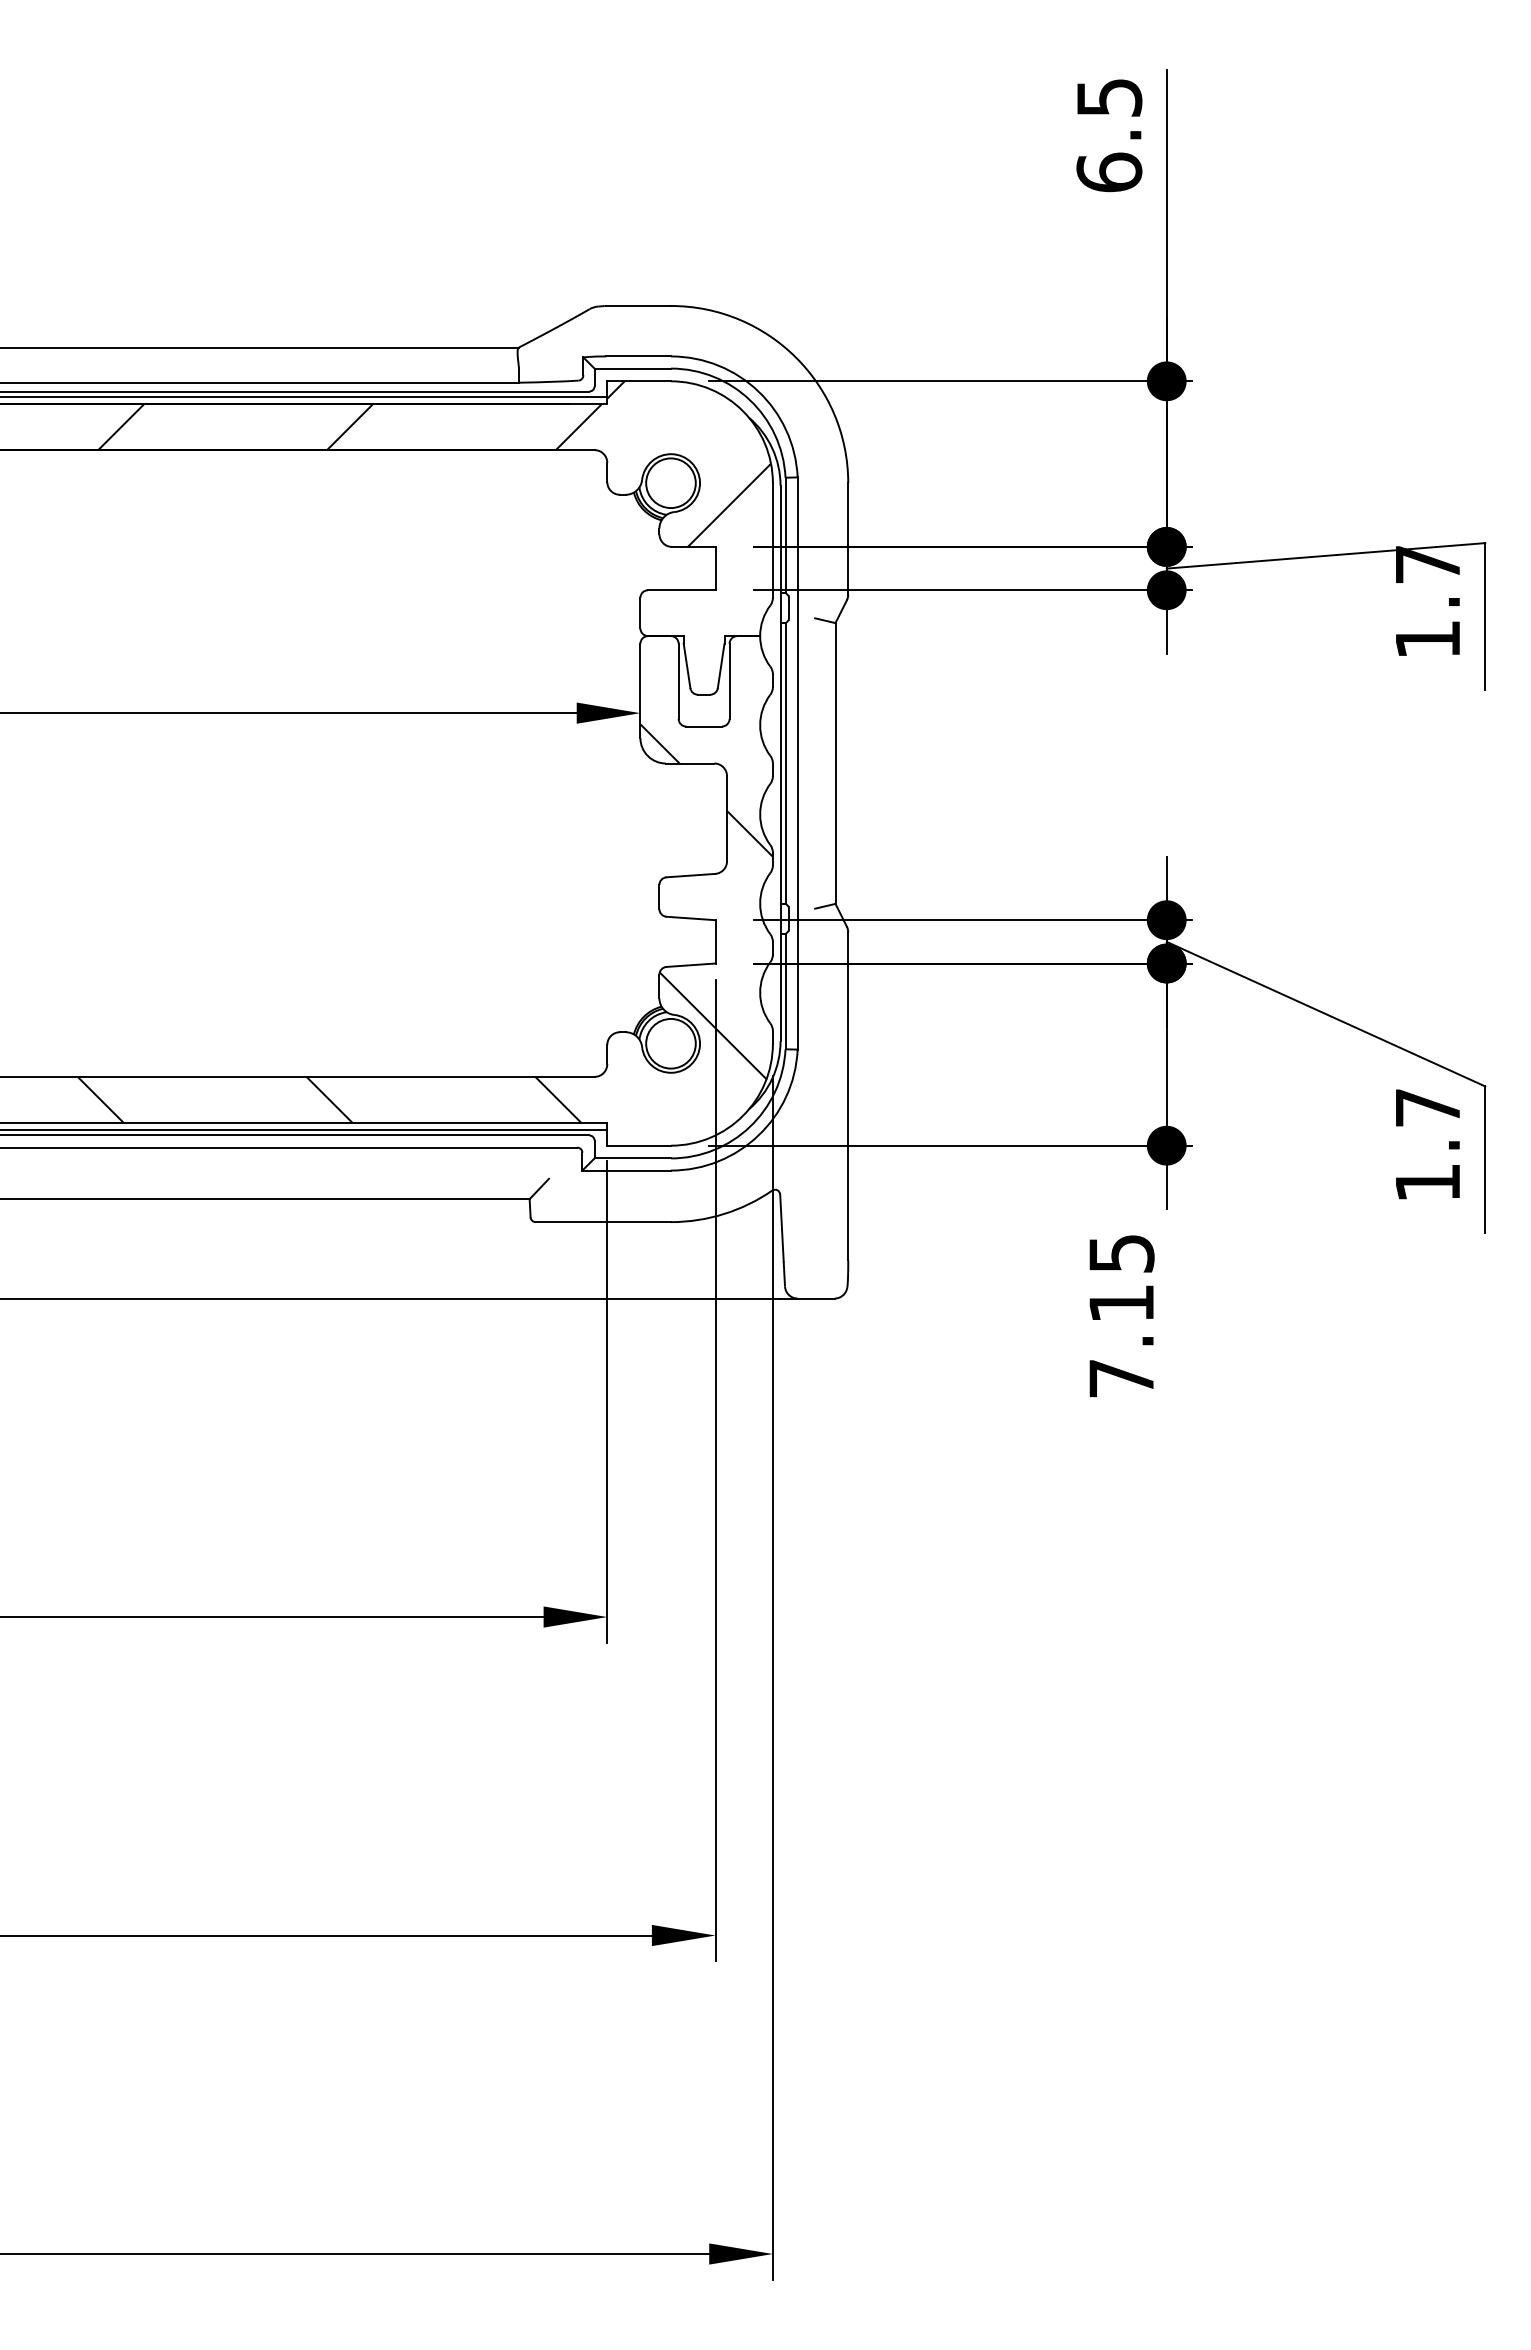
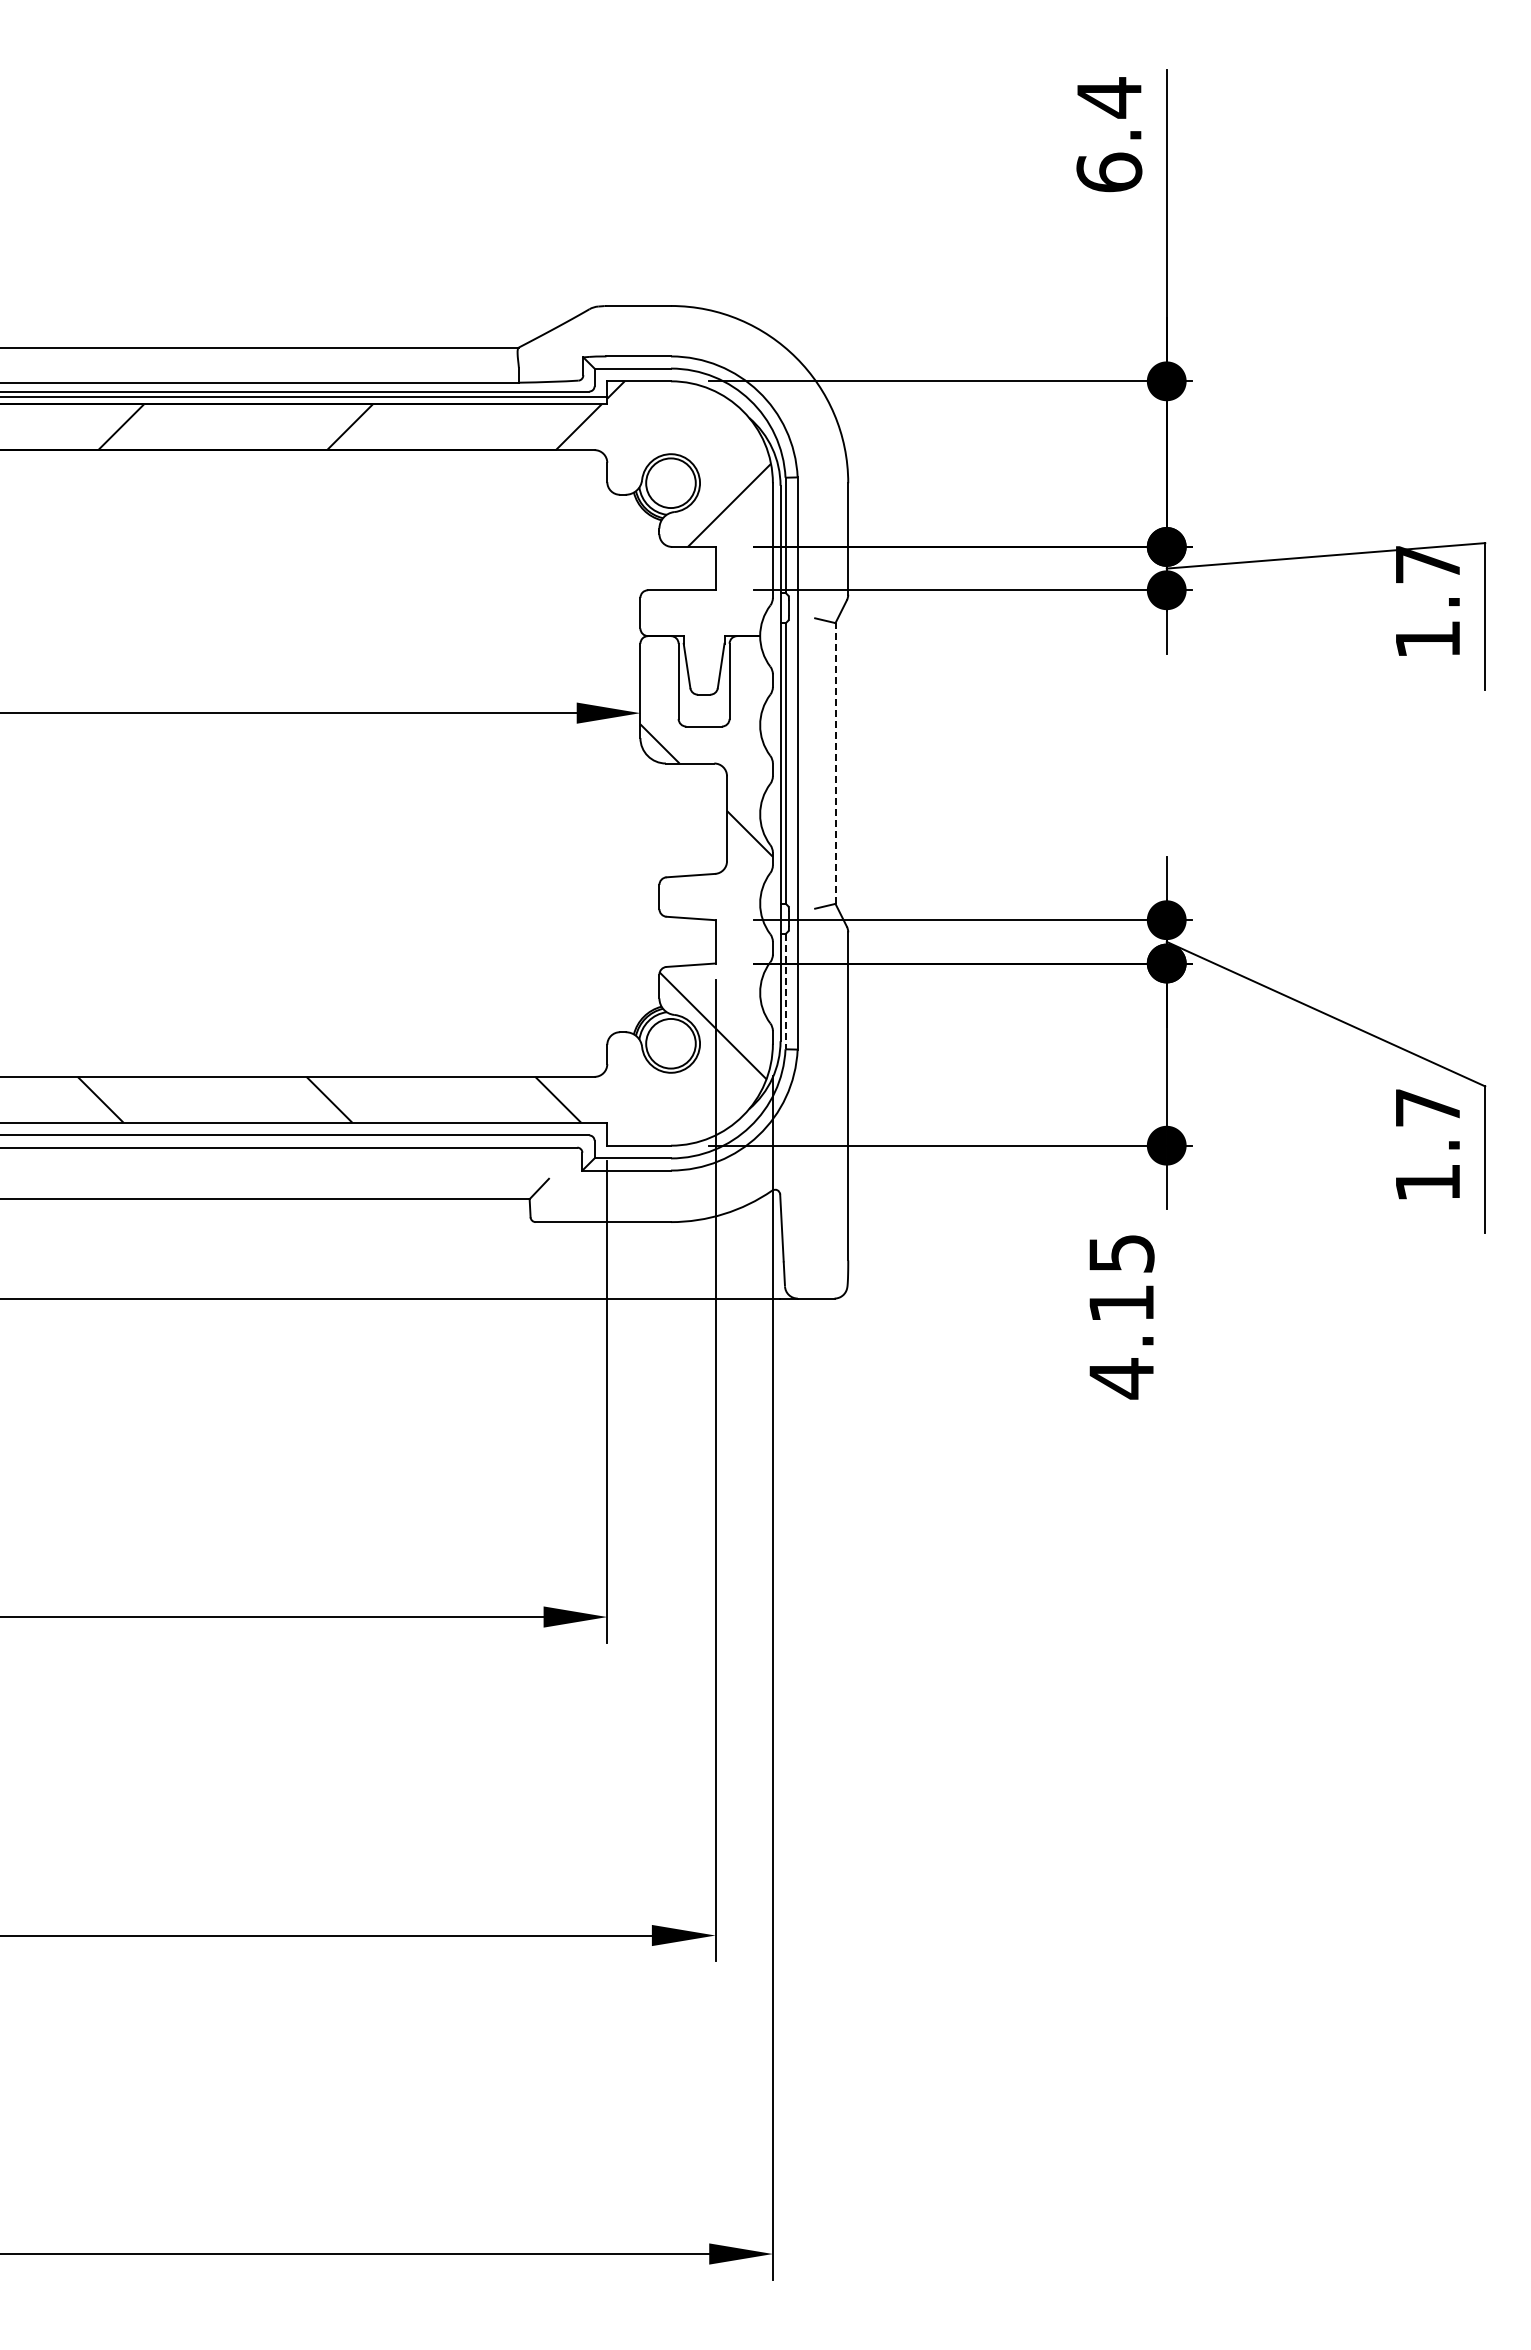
text at (1109, 97): 6.5 -> 6.4
line at (835, 763): solid -> dashed
line at (785, 991): solid -> dashed
line at (304, 1130): present -> none
text at (1121, 1378): 7.15 -> 4.15
